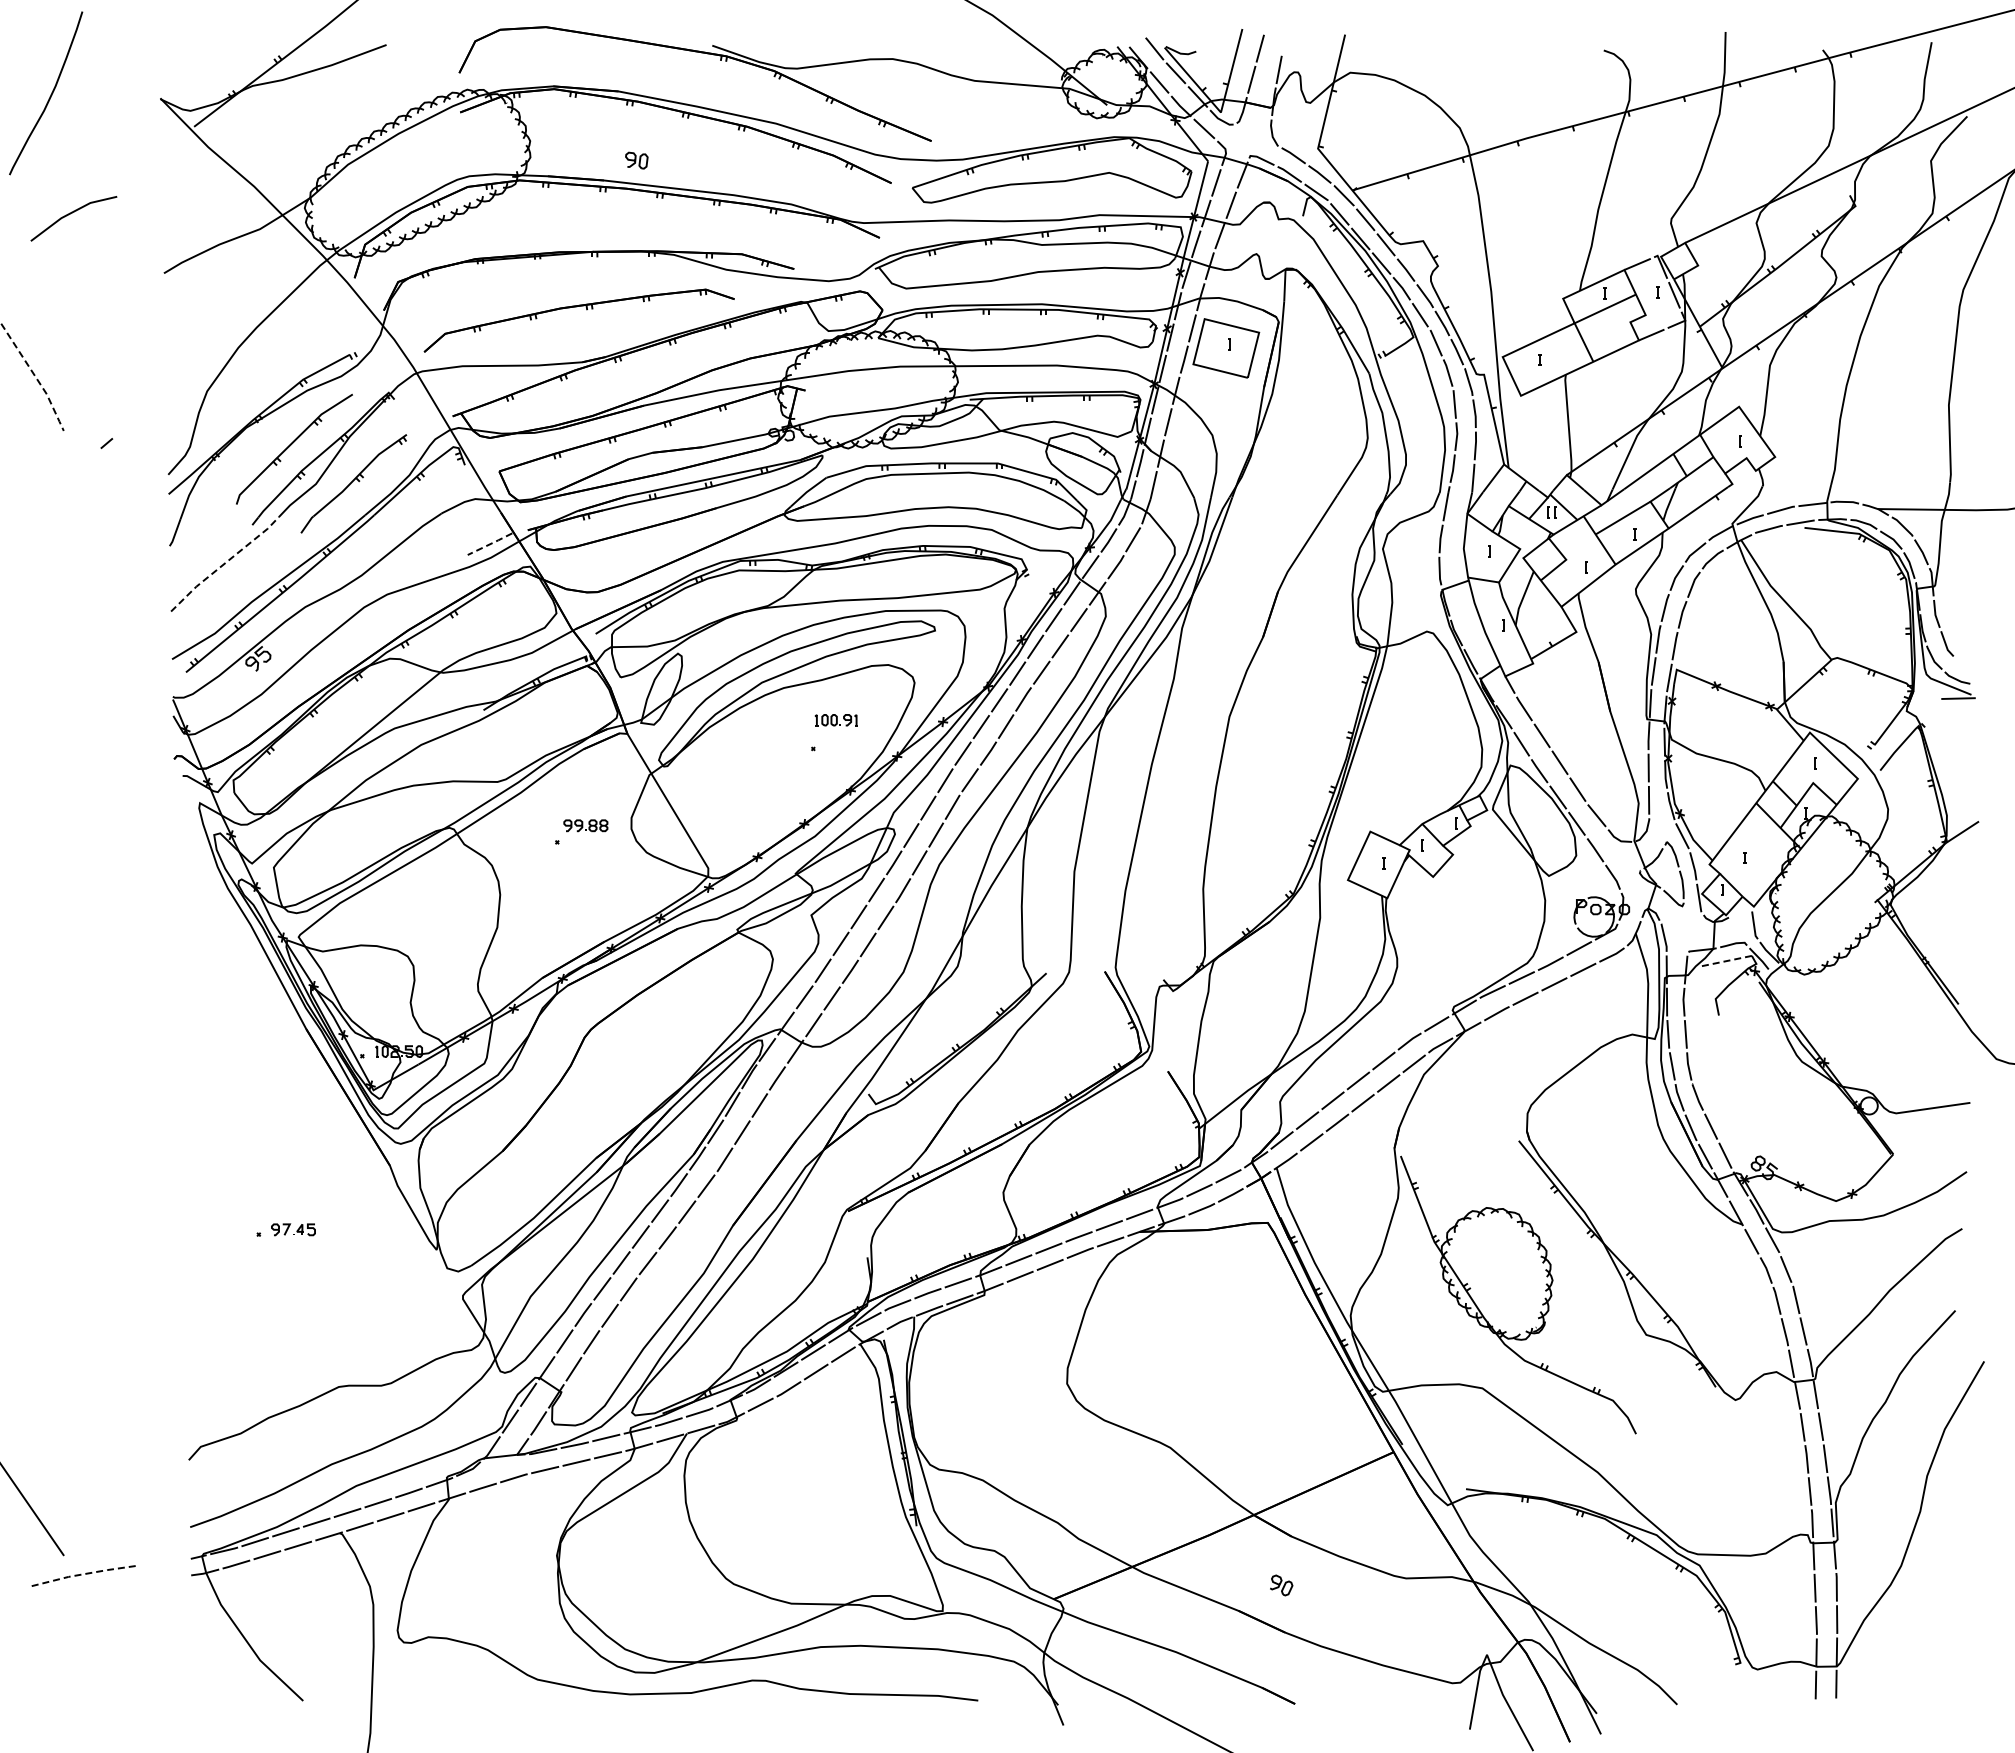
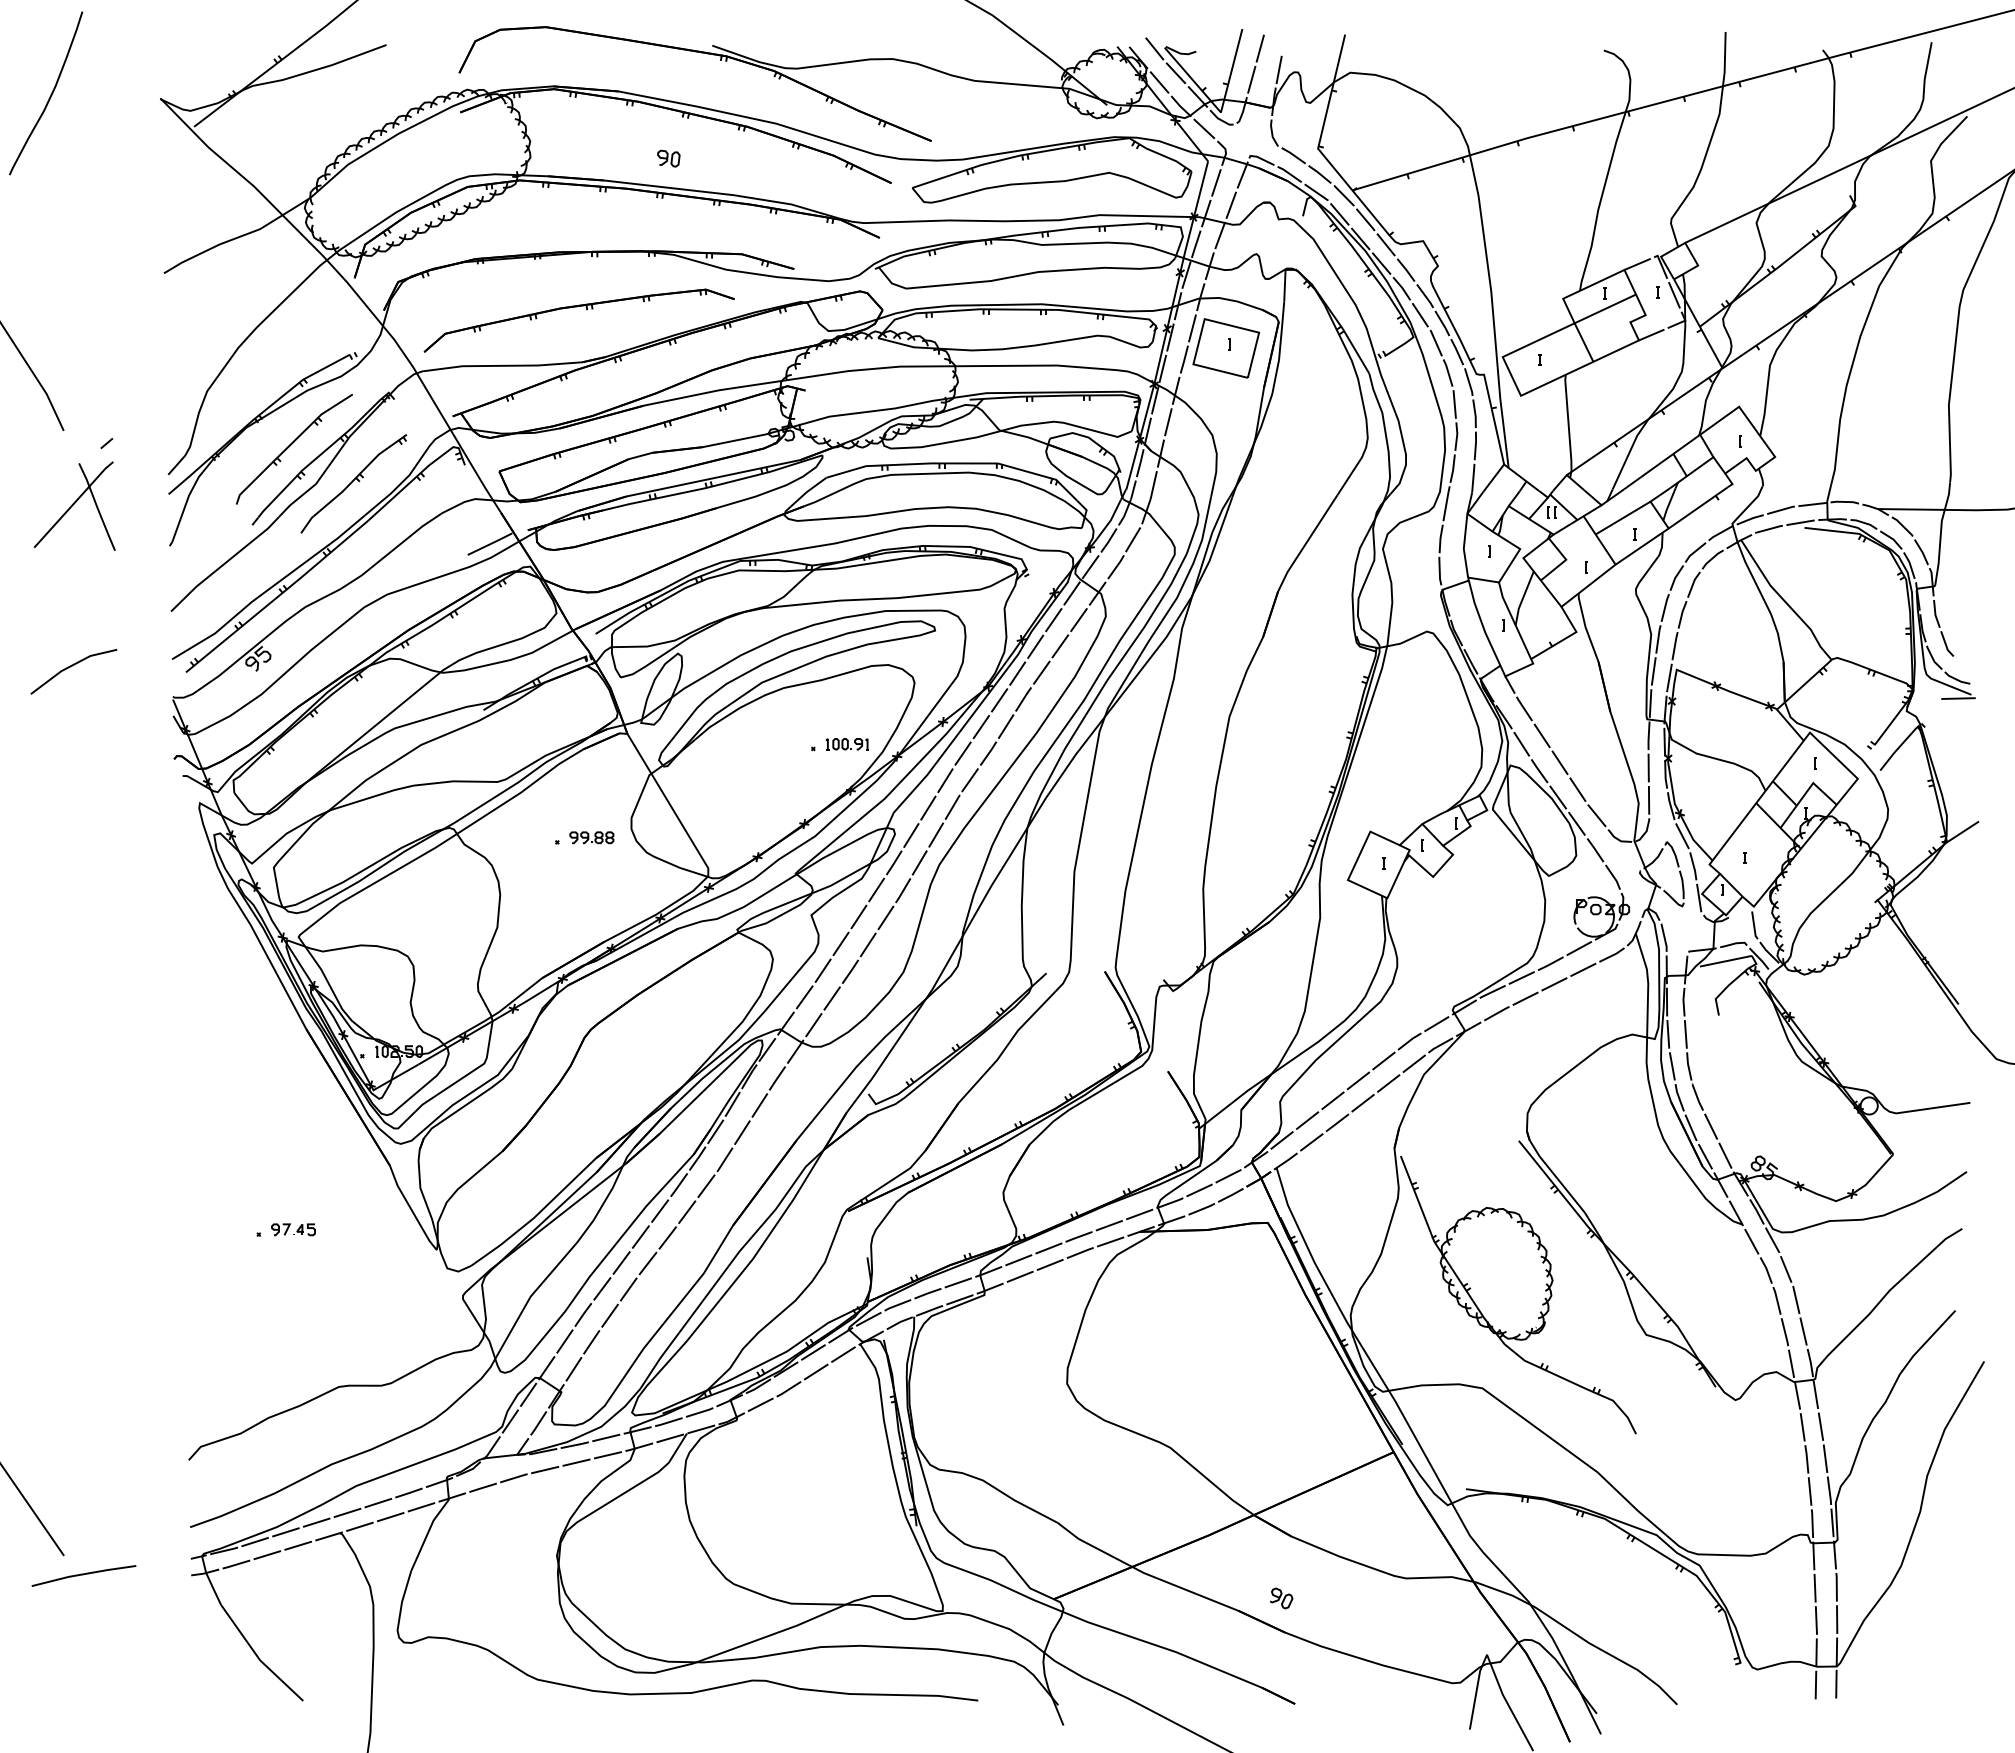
part at (636, 160) position: (636, 160) -> (668, 158)
part at (73, 218) position: (73, 218) -> (73, 671)
line at (35, 376): dashed -> solid
part at (74, 505): none -> present
line at (490, 544): dashed -> solid
line at (224, 563): dashed -> solid
part at (835, 720) position: (835, 720) -> (846, 744)
part at (585, 825) position: (585, 825) -> (591, 837)
line at (1726, 961): dashed -> solid
line at (84, 1574): dashed -> solid
part at (1281, 1585) position: (1281, 1585) -> (1281, 1598)
